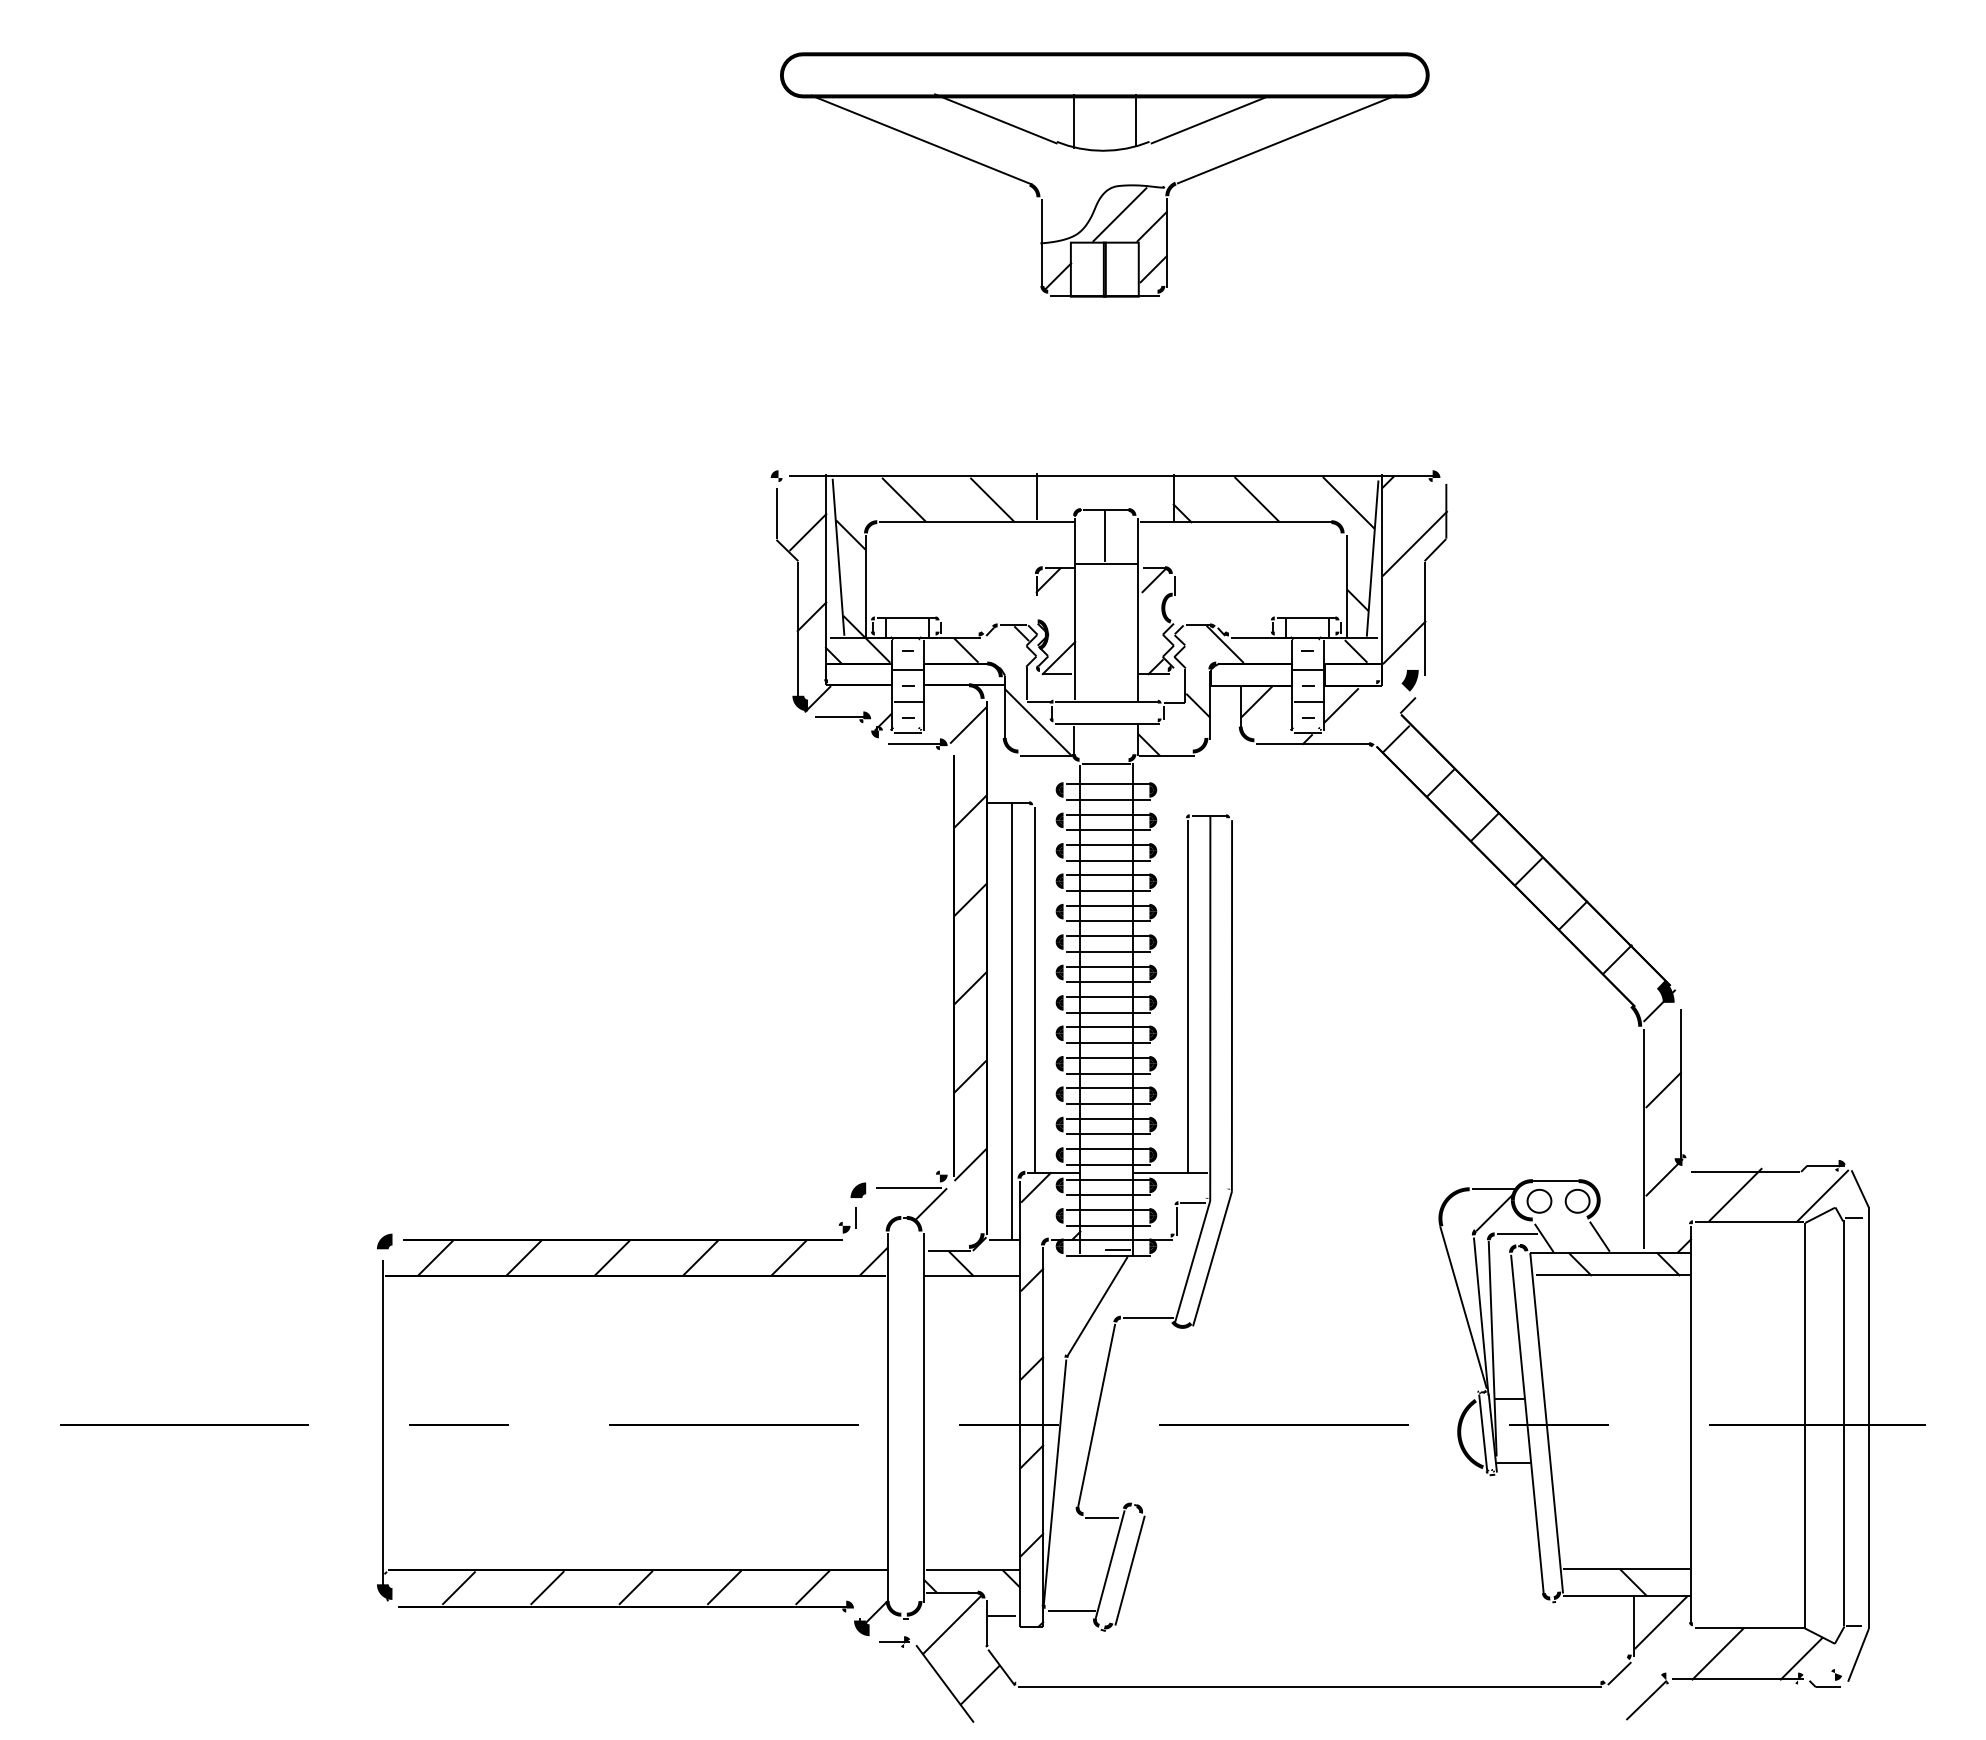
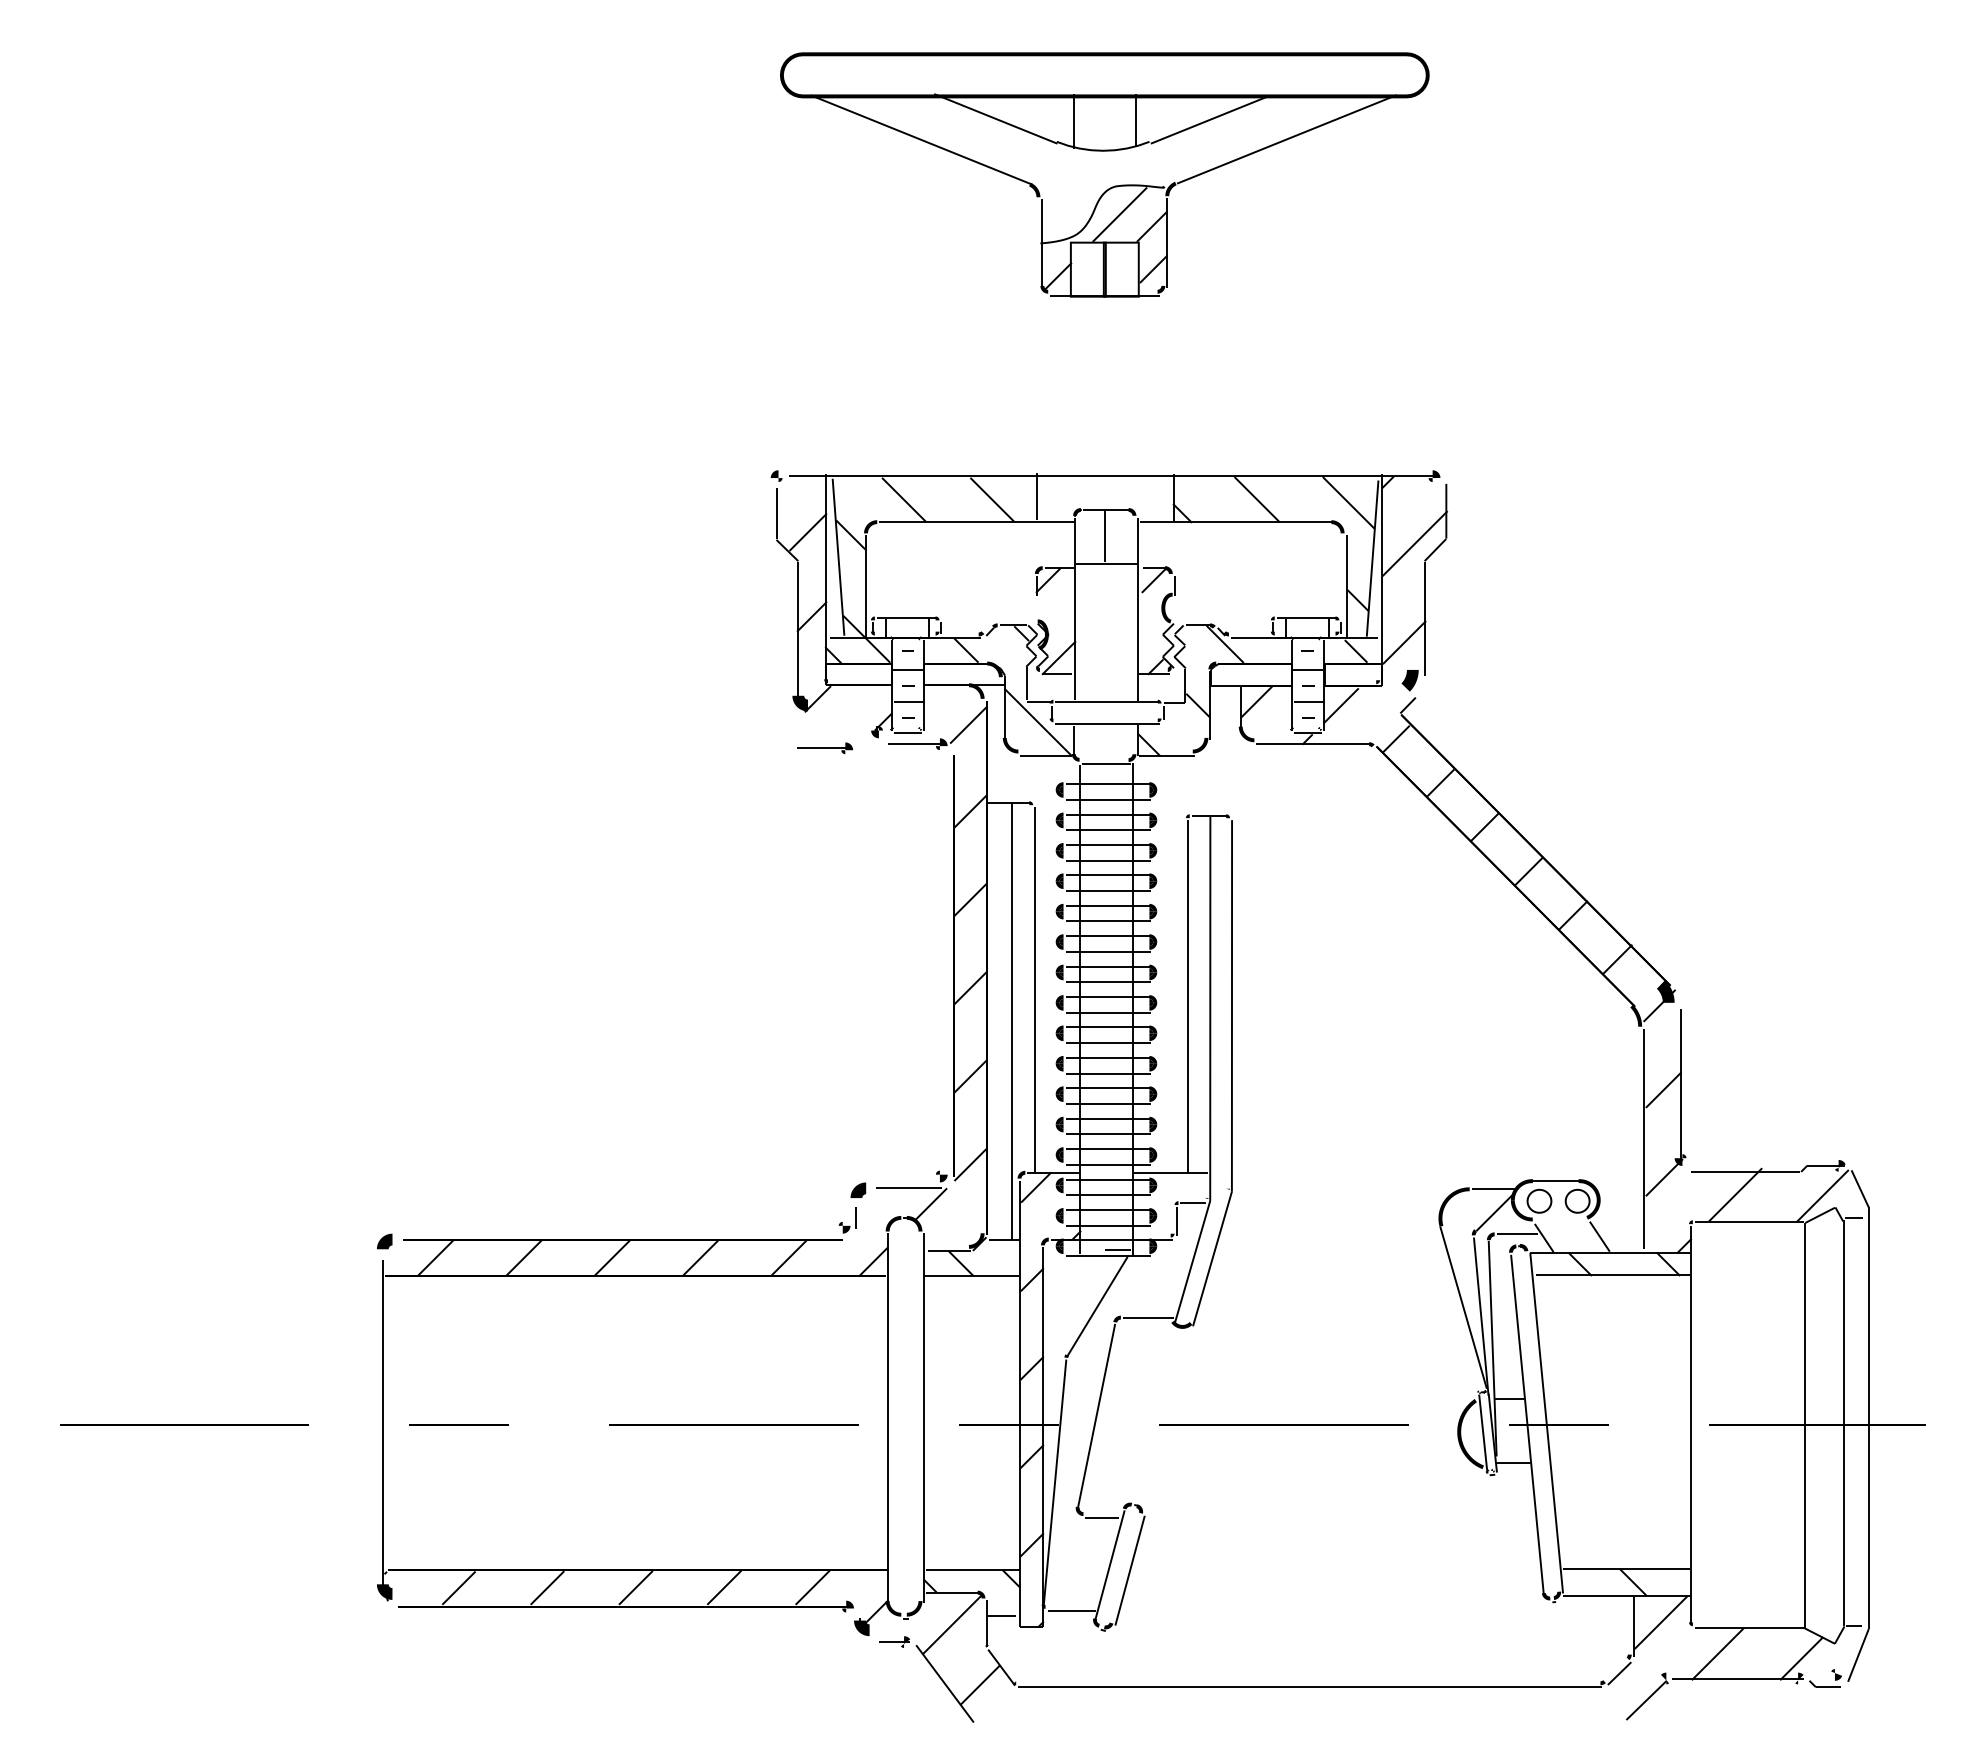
part at (842, 717) position: (842, 717) -> (824, 748)
